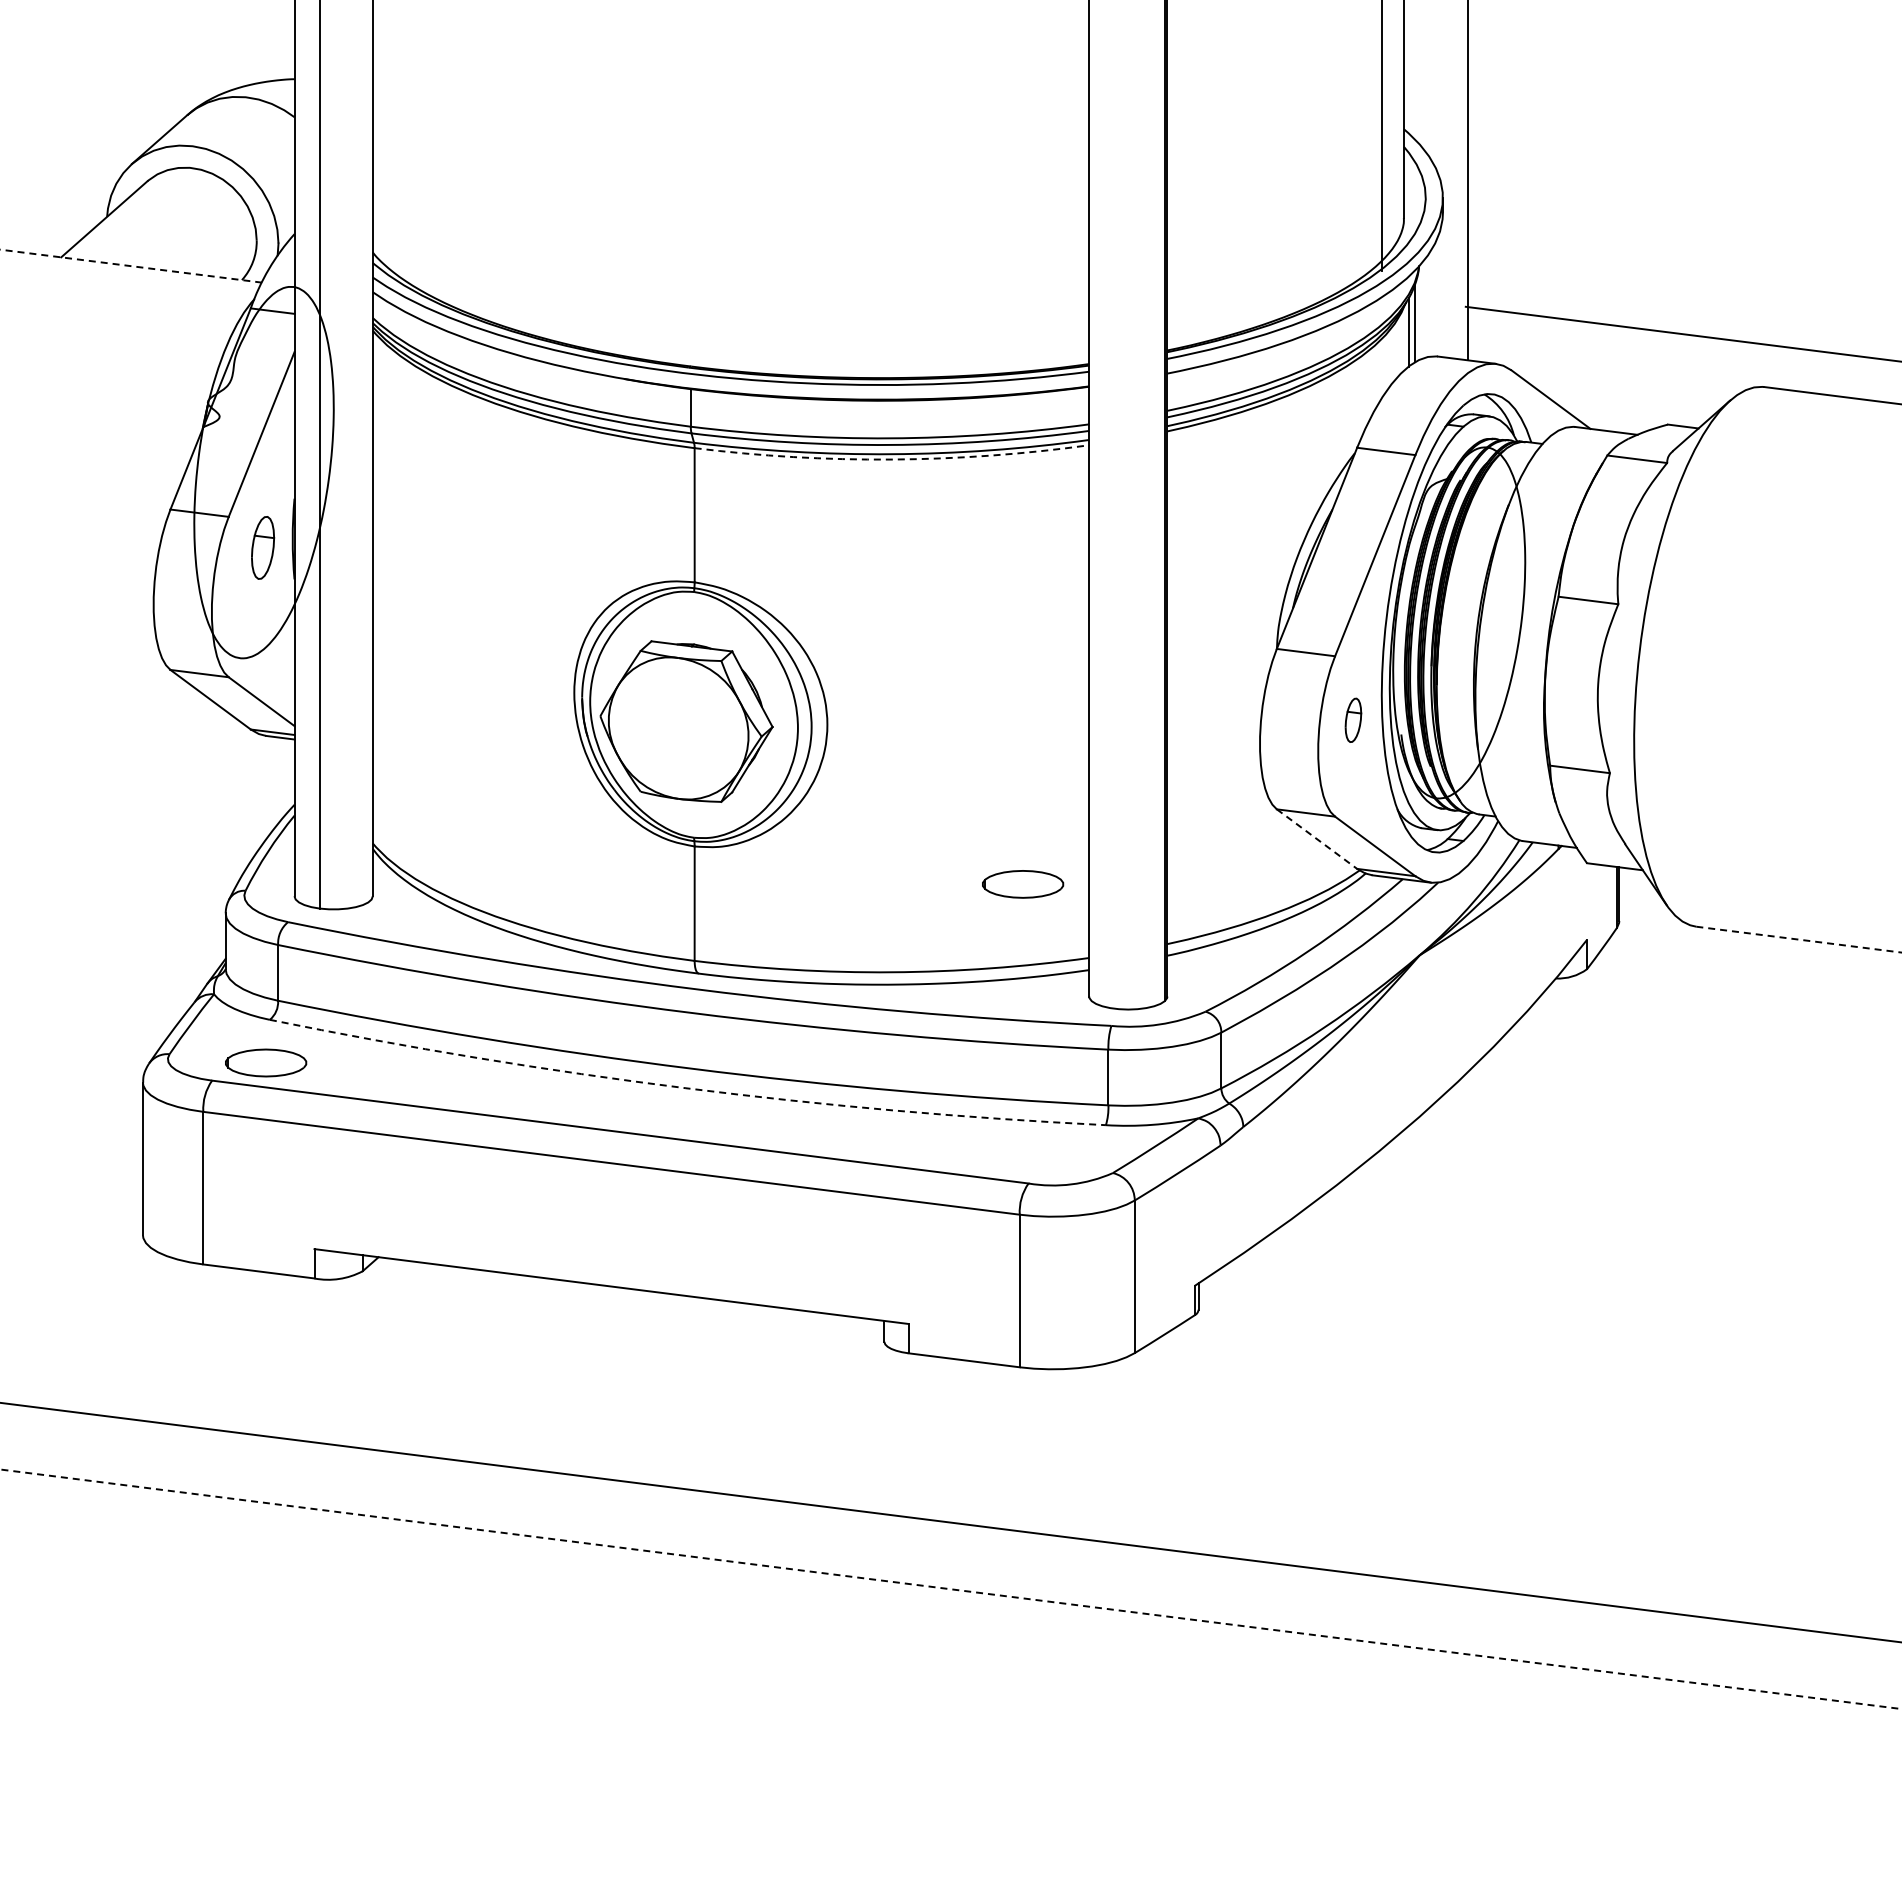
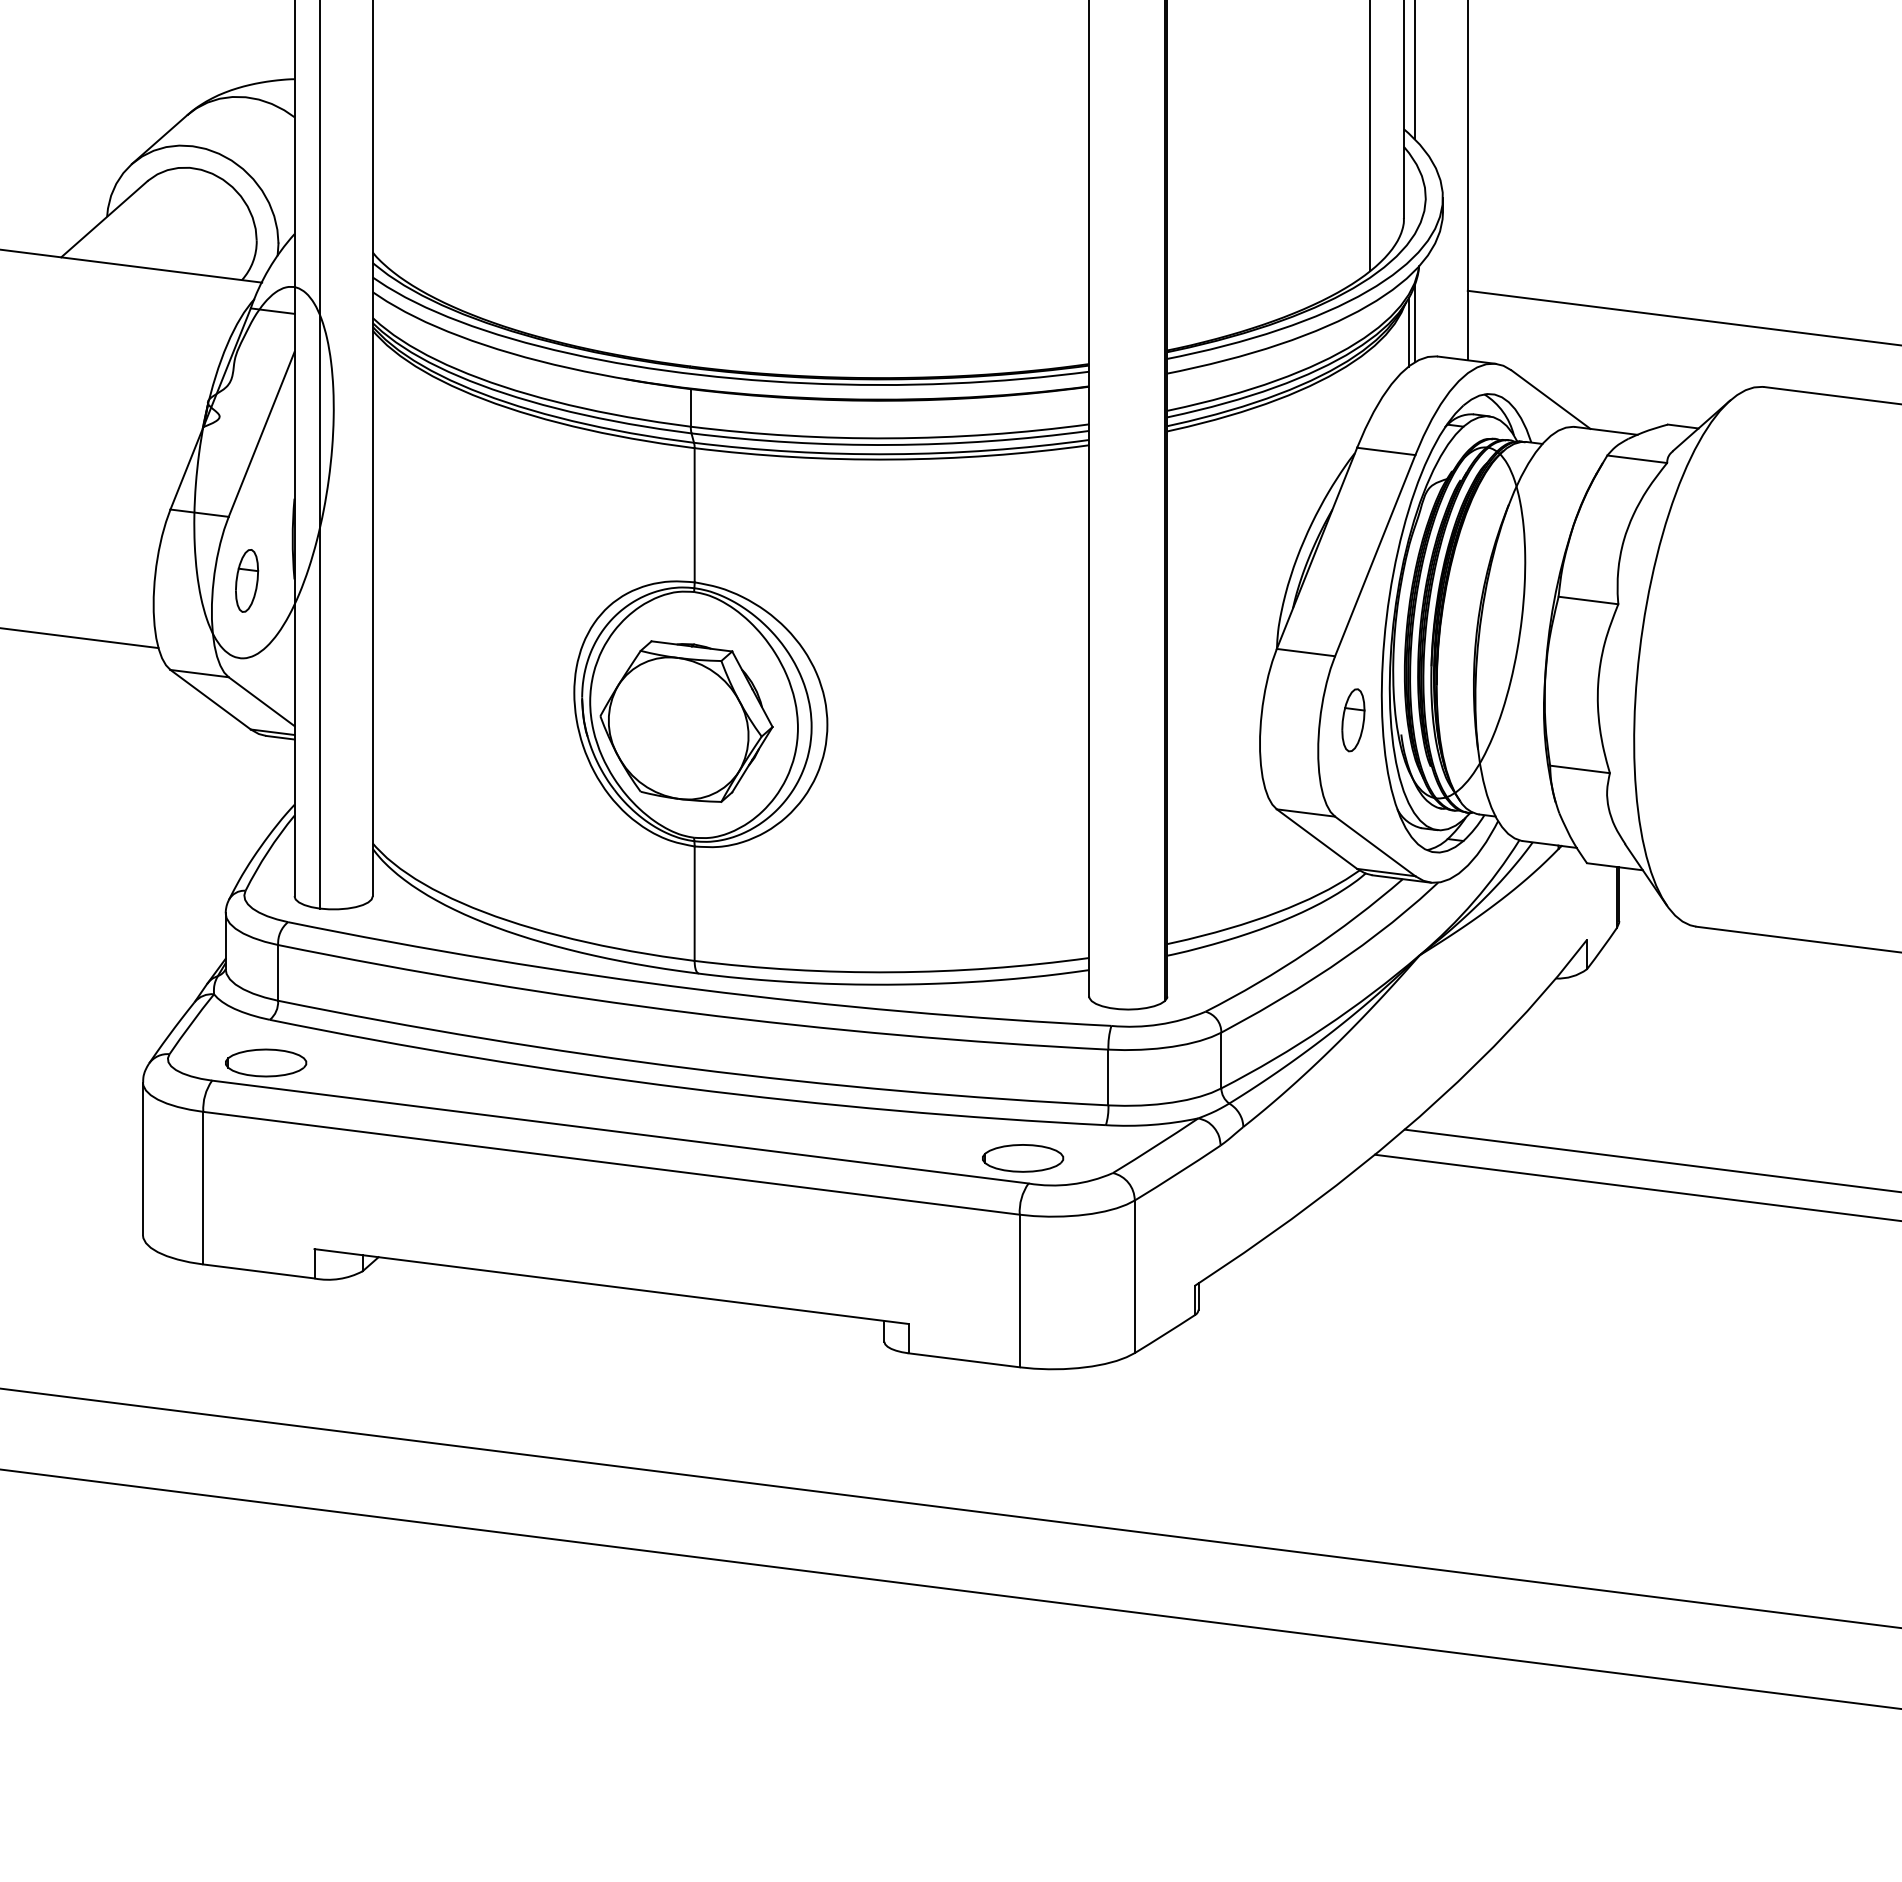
line at (1414, 70): none -> present
line at (1382, 136) position: (1382, 136) -> (1370, 136)
line at (131, 266): dashed -> solid
line at (1681, 333) position: (1681, 333) -> (1682, 317)
arc at (891, 459): dashed -> solid
part at (263, 547) position: (263, 547) -> (247, 580)
line at (80, 638): none -> present
part at (1353, 719) size: 19x46 px -> 25x65 px
line at (1317, 839): dashed -> solid
part at (1023, 884) position: (1023, 884) -> (1023, 1158)
line at (1799, 939): dashed -> solid
arc at (685, 1088): dashed -> solid
line at (1651, 1160): none -> present
line at (1636, 1187): none -> present
line at (950, 1522) position: (950, 1522) -> (950, 1507)
line at (950, 1589): dashed -> solid
